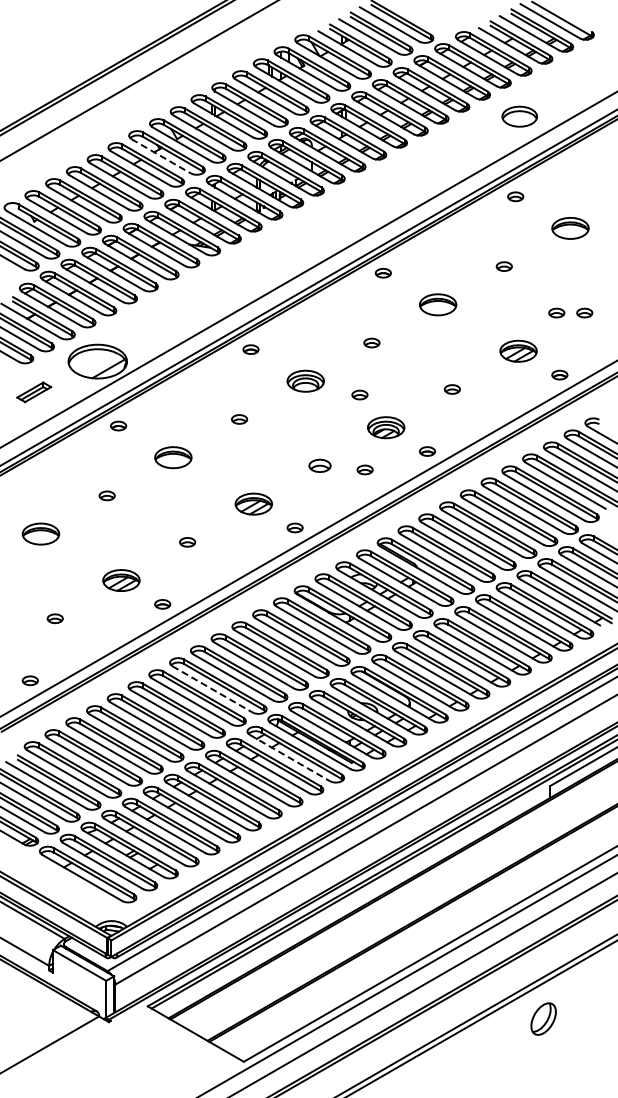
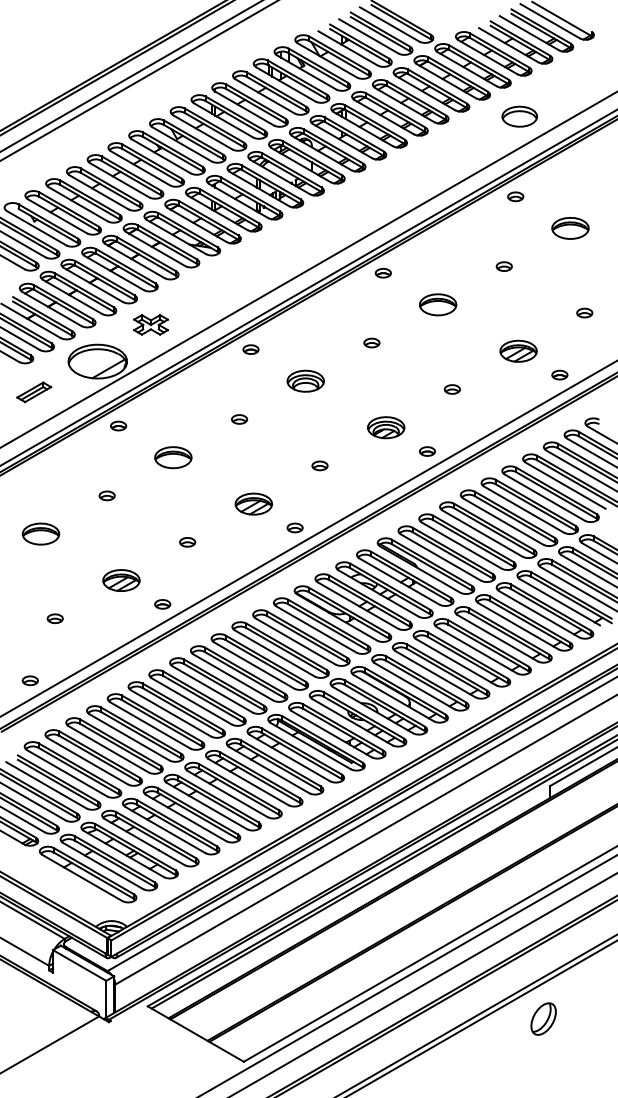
line at (130, 76): none -> present
line at (161, 156): dashed -> solid
part at (556, 312): present -> none
part at (150, 324): none -> present
part at (359, 394): present -> none
part at (319, 465) size: 24x15 px -> 18x12 px
part at (364, 469): present -> none
line at (212, 689): dashed -> solid
line at (290, 758): dashed -> solid
